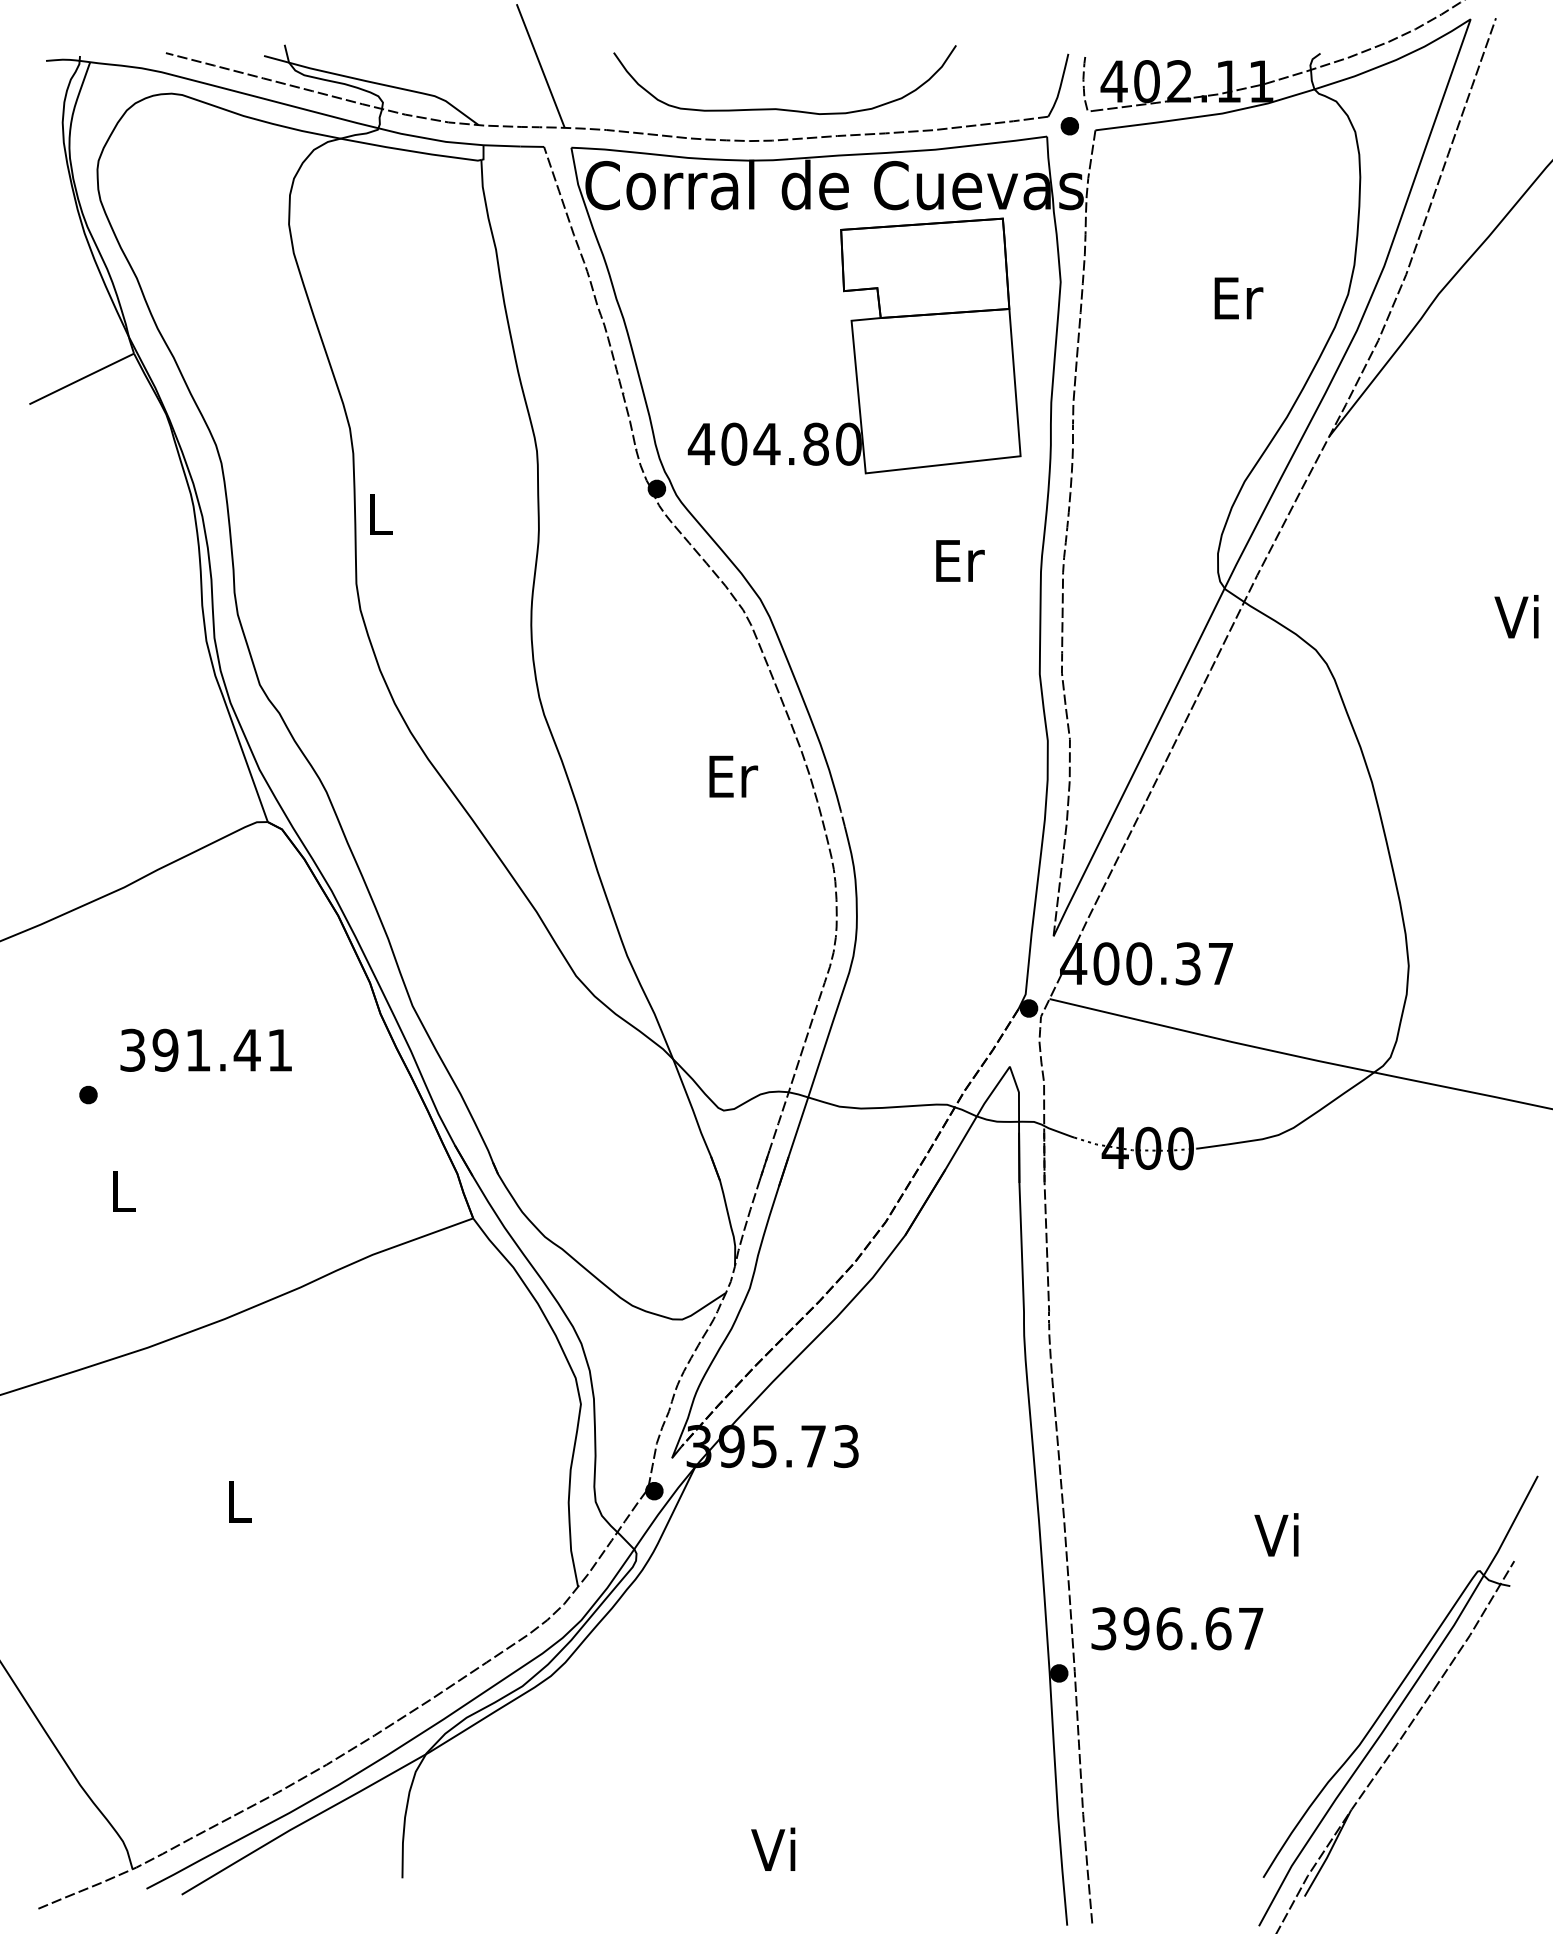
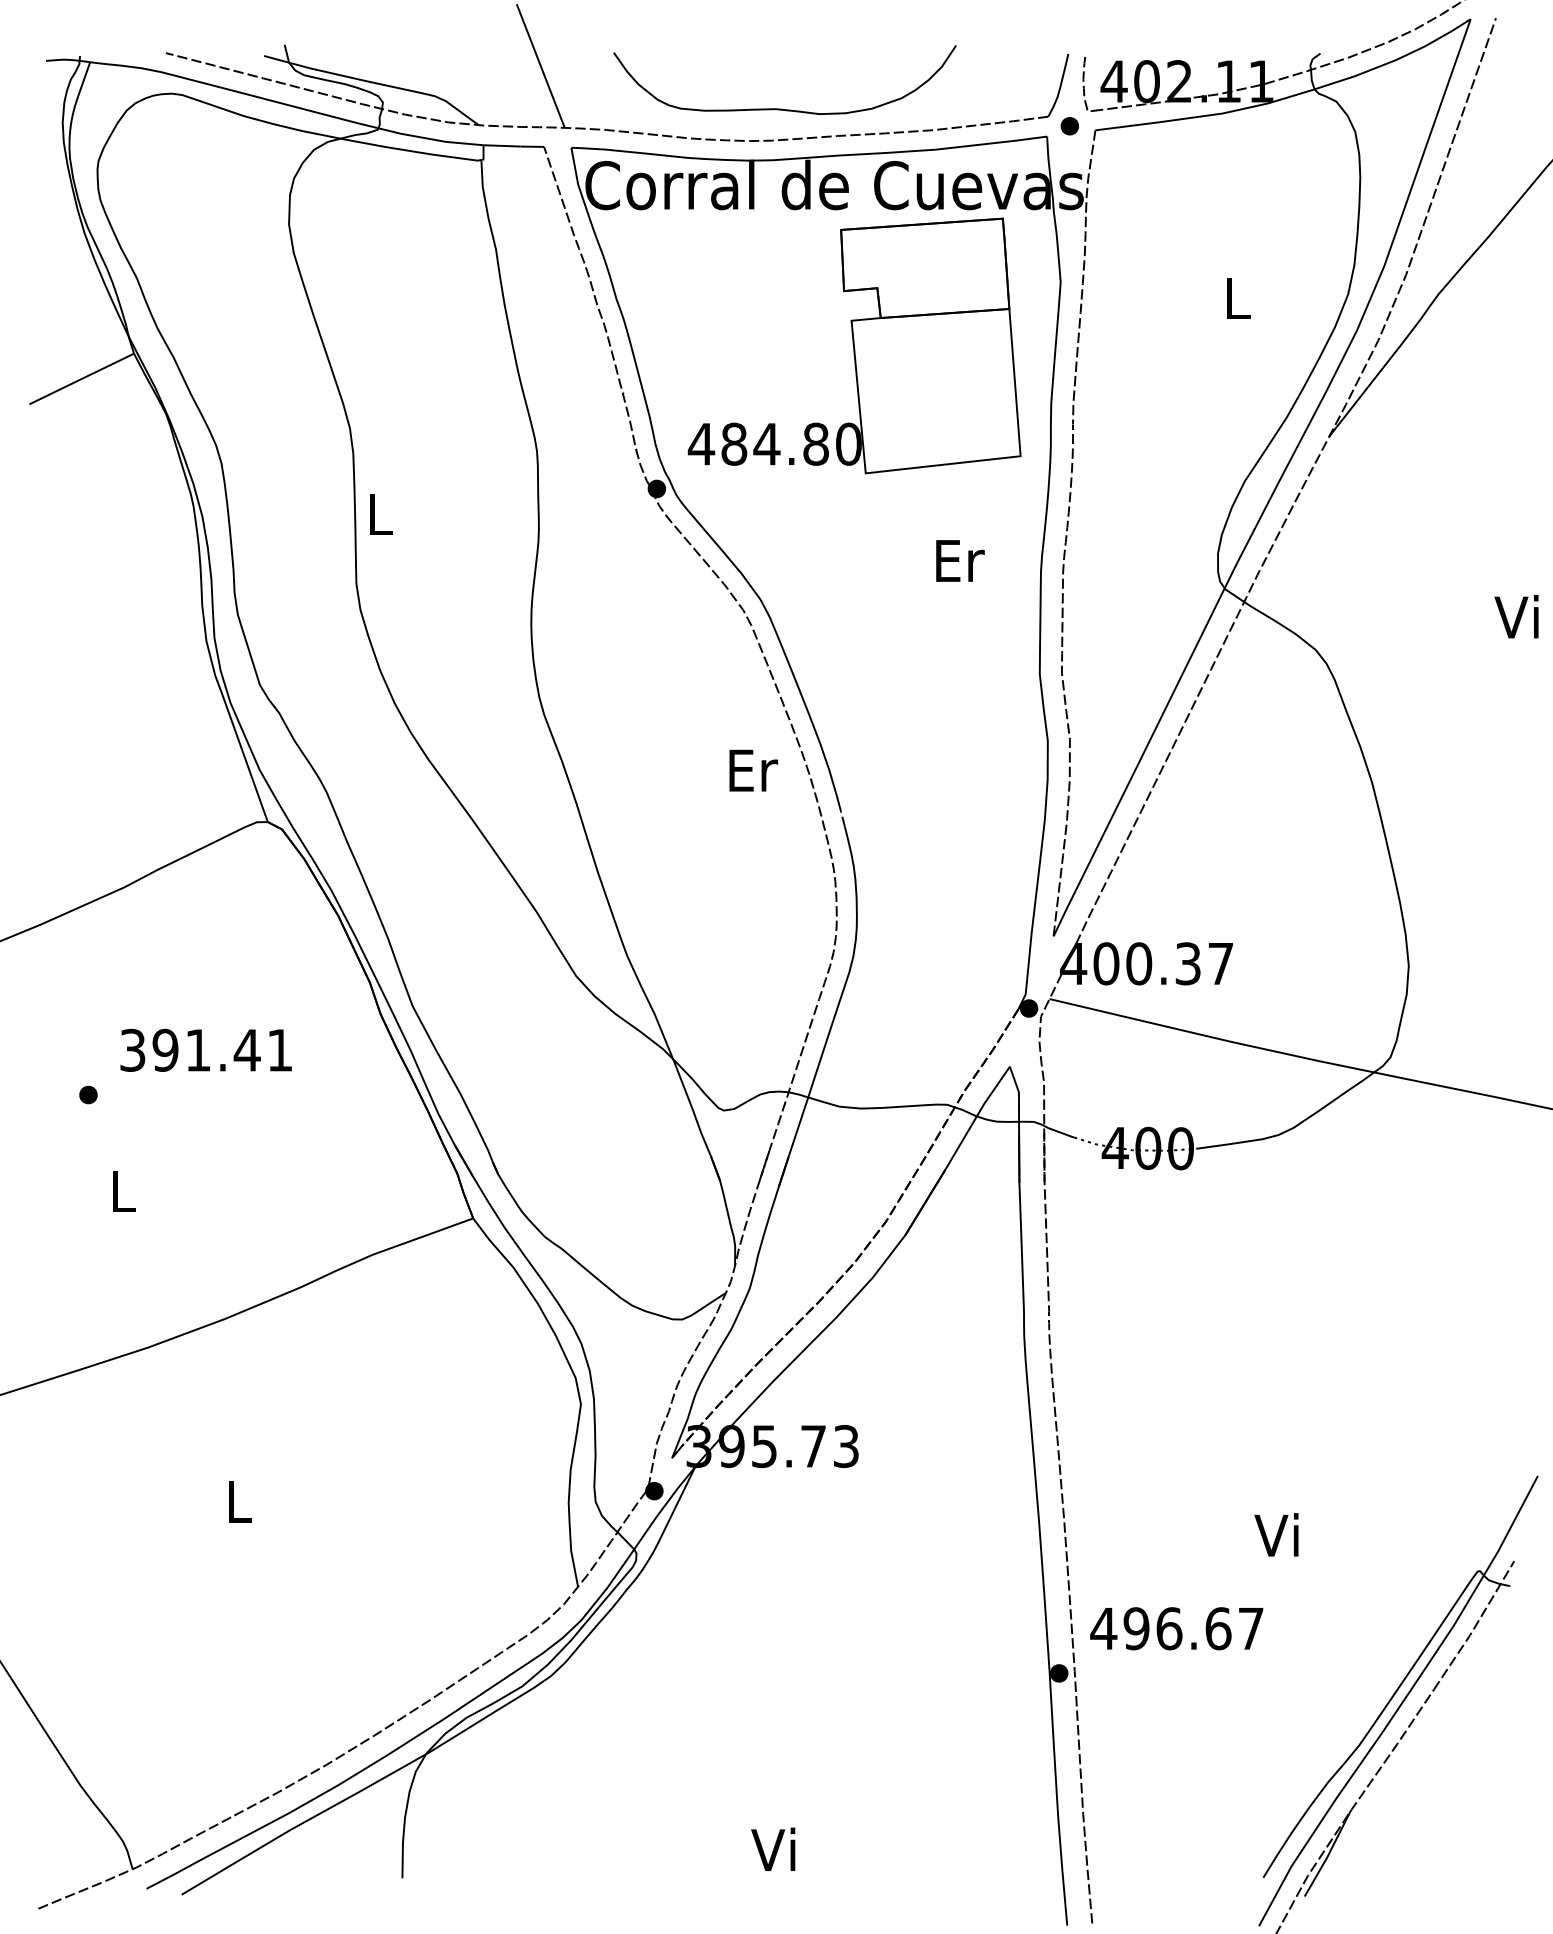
text at (1238, 298): Er -> L
text at (734, 444): 404.80 -> 484.80
text at (733, 776) position: (733, 776) -> (753, 770)
text at (1103, 1628): 396.67 -> 496.67
